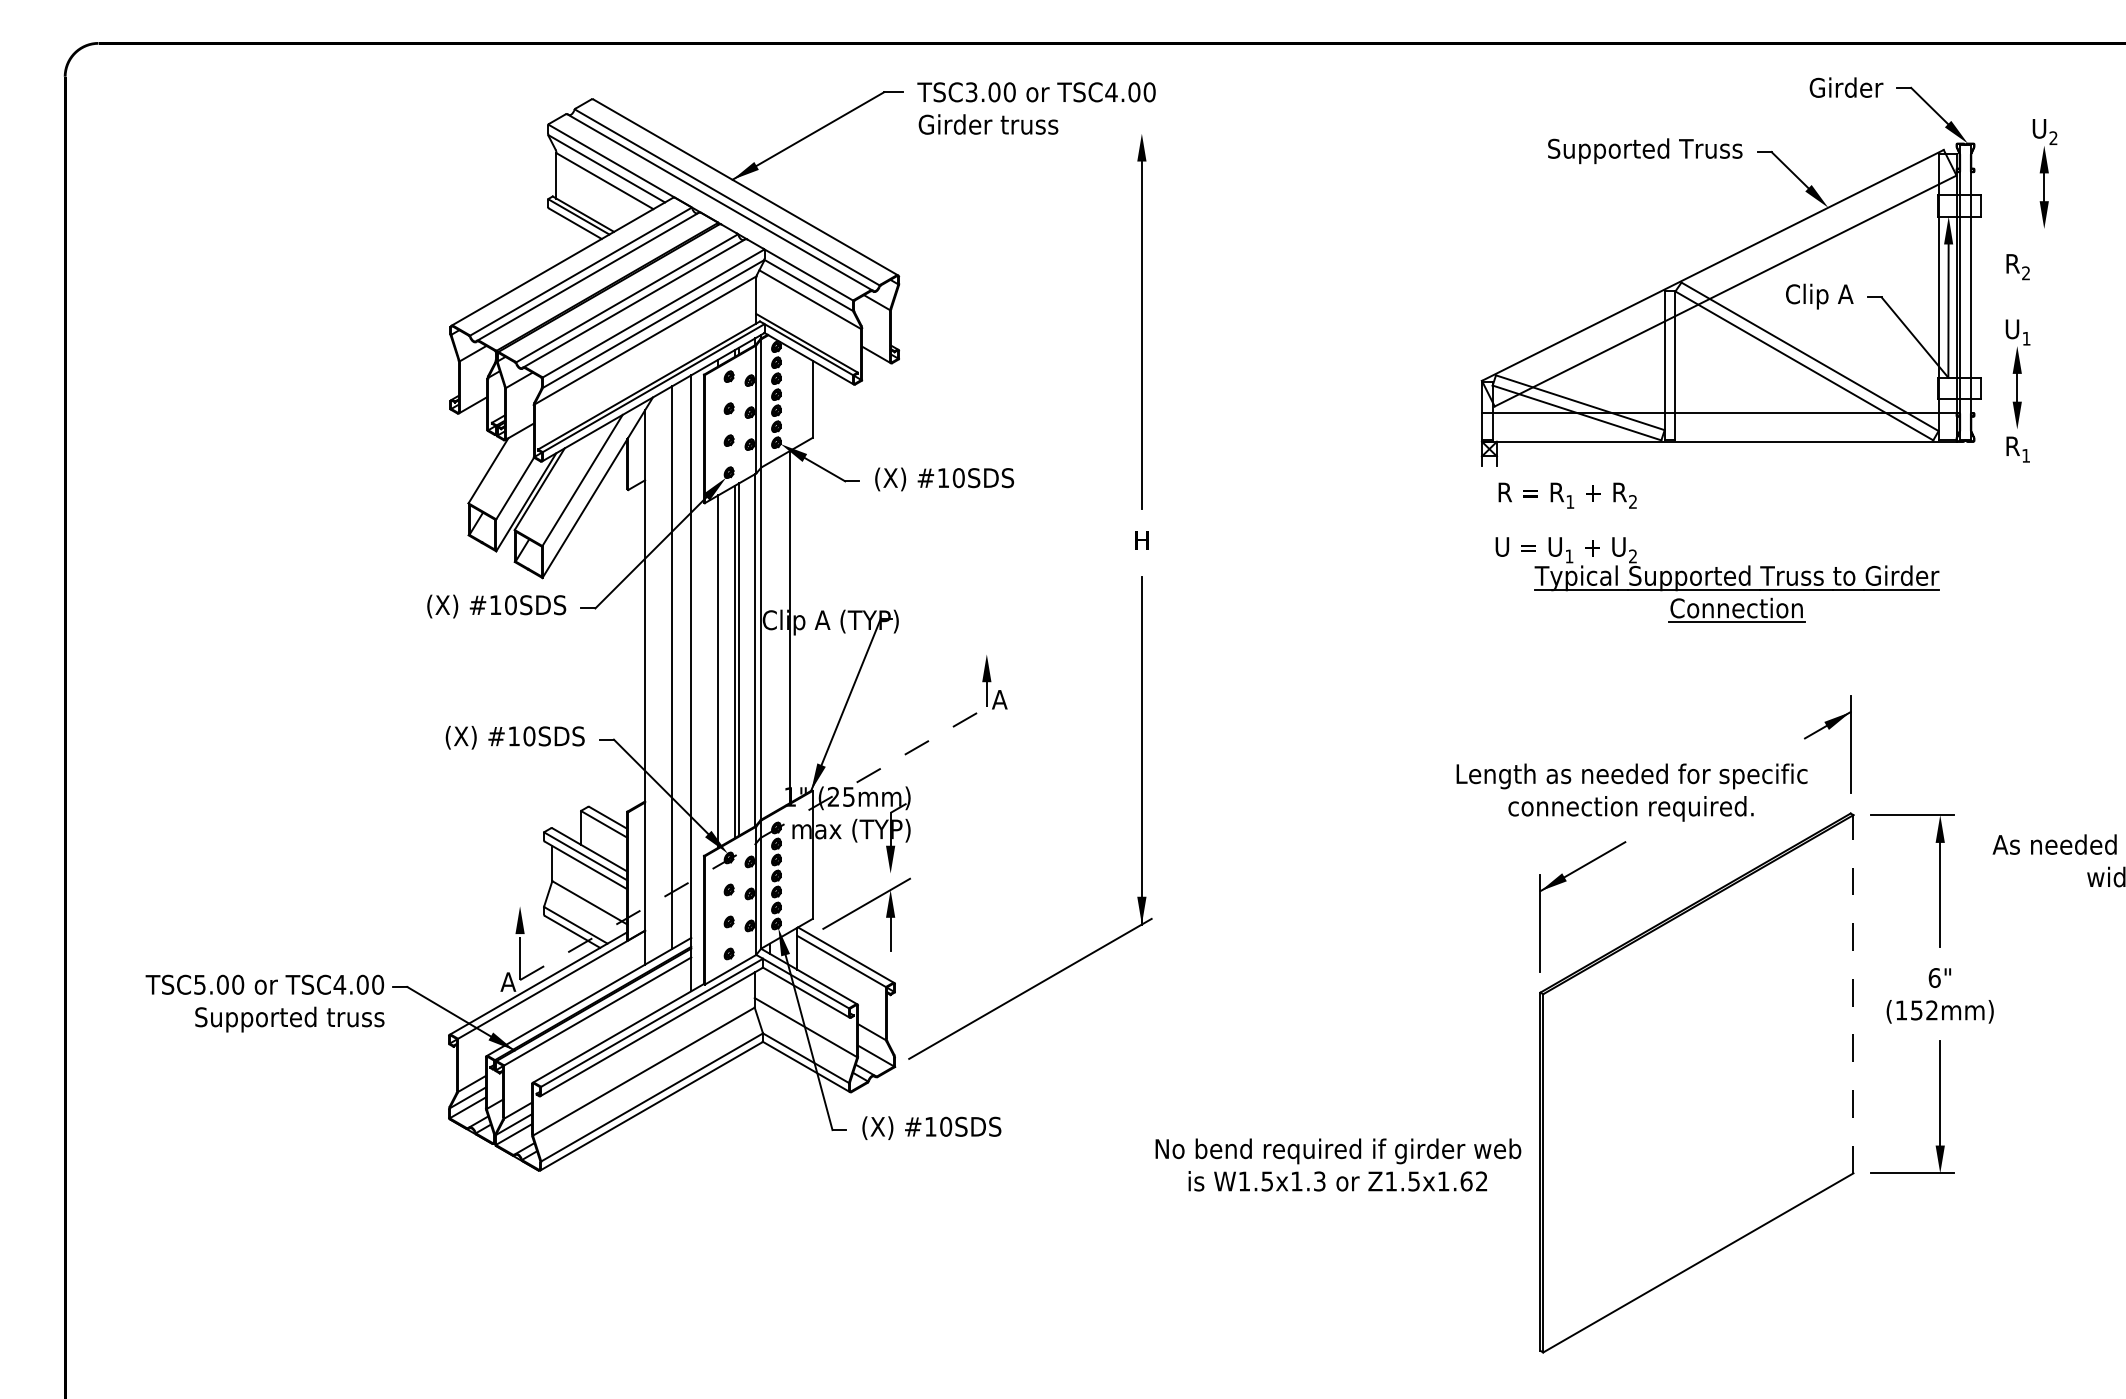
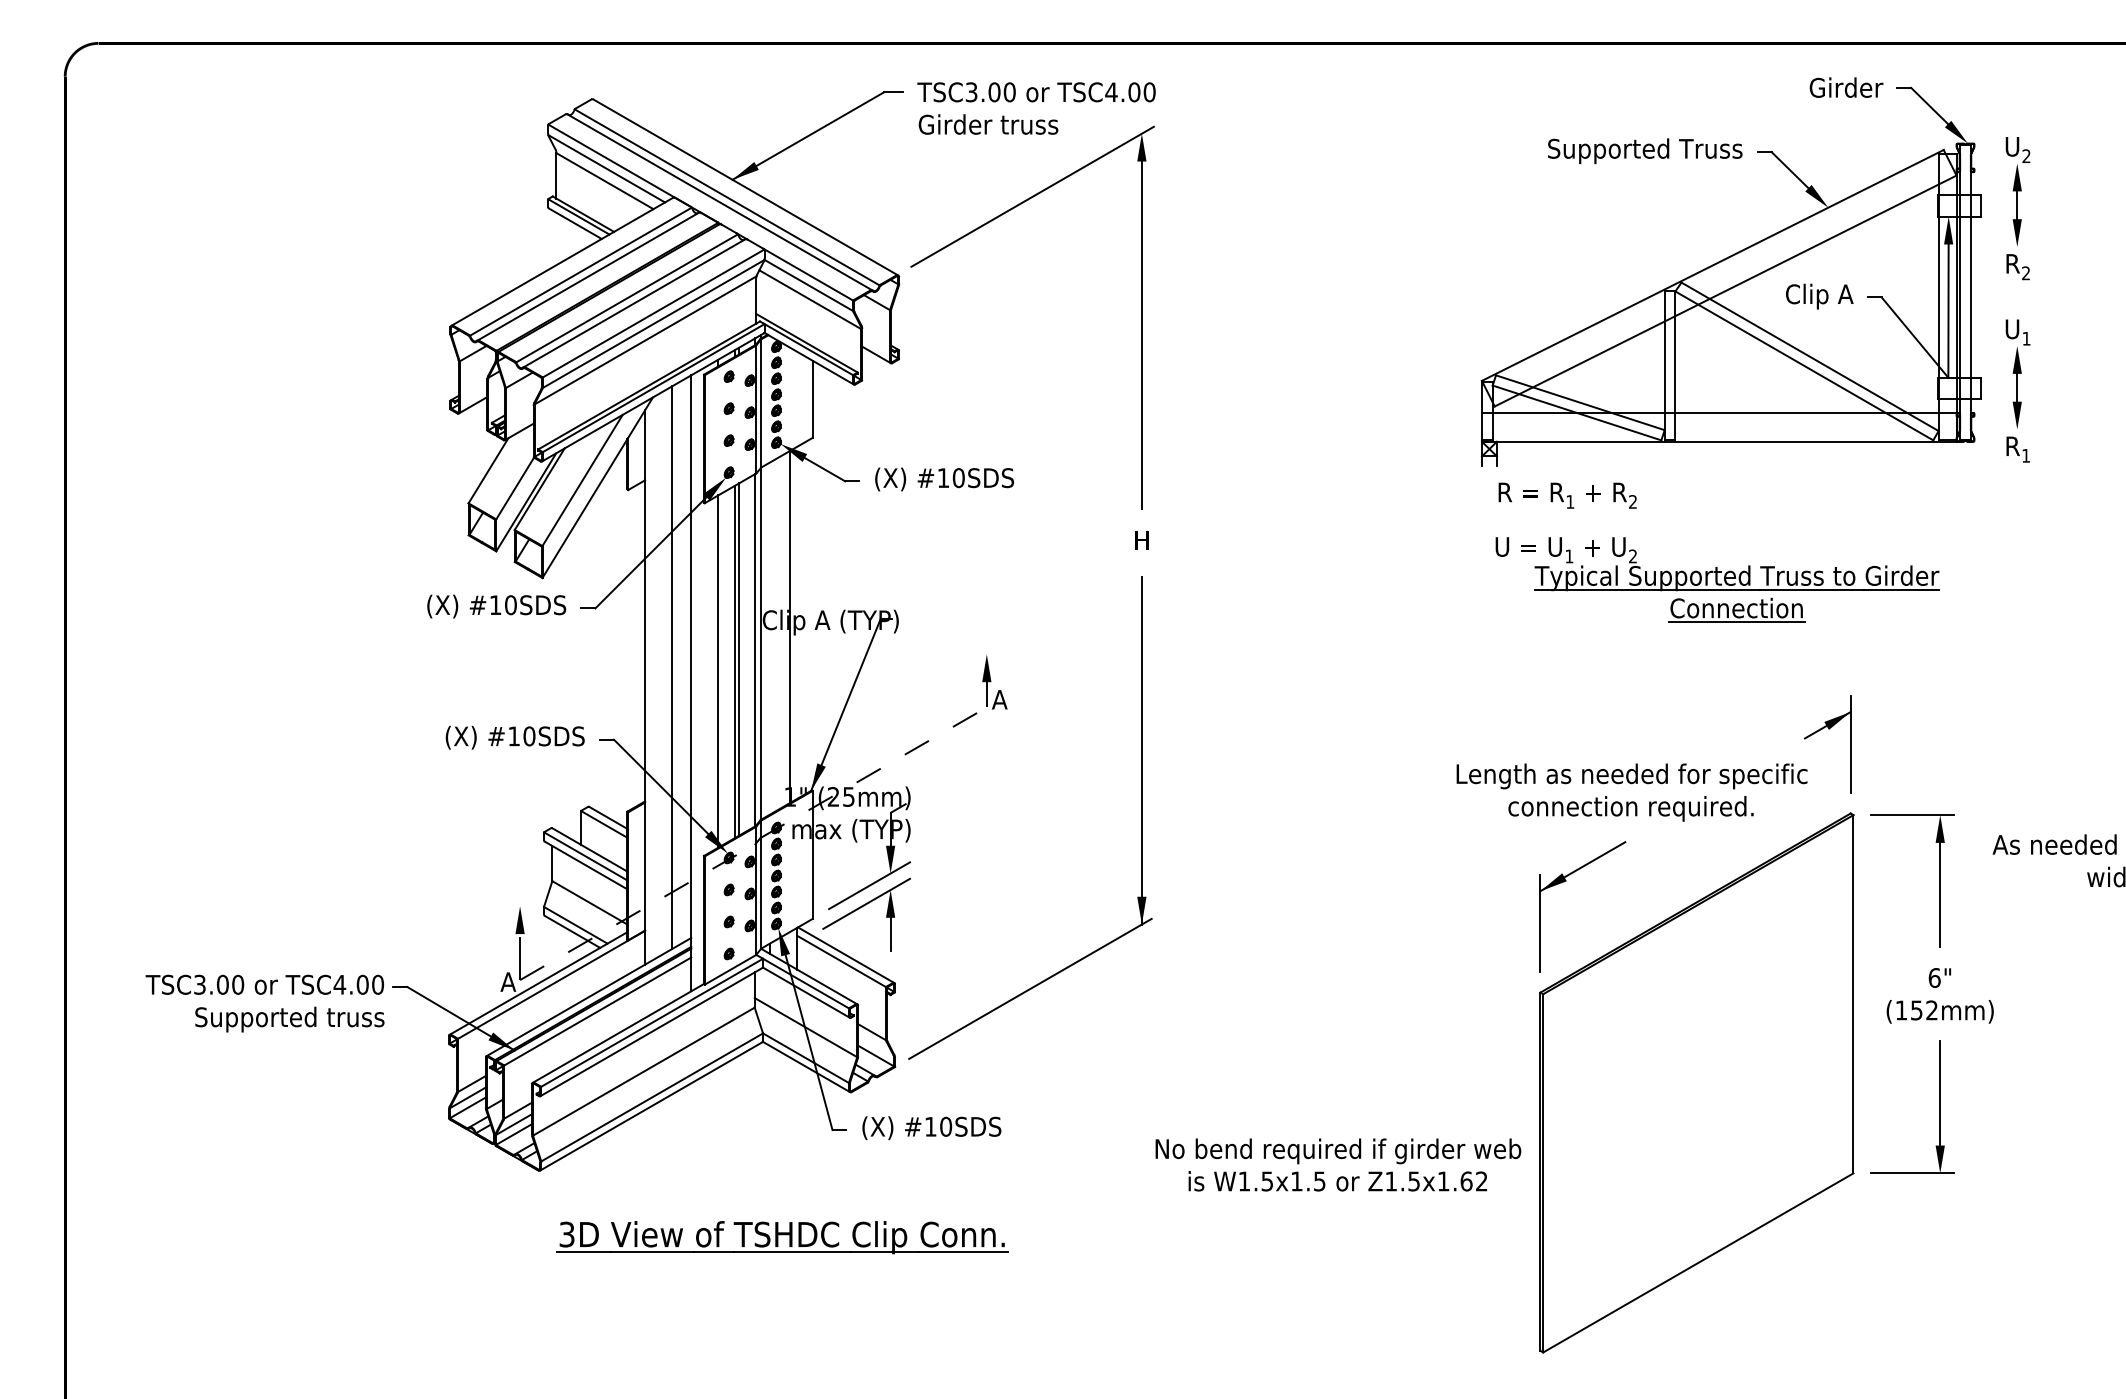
part at (2044, 173) position: (2044, 173) -> (2017, 191)
line at (1032, 196): none -> present
line at (869, 885): none -> present
text at (199, 984): TSC5.00 -> TSC3.00
line at (1853, 993): dashed -> solid
text at (1319, 1180): W1.5x1.3 -> W1.5x1.5
part at (782, 1237): none -> present
